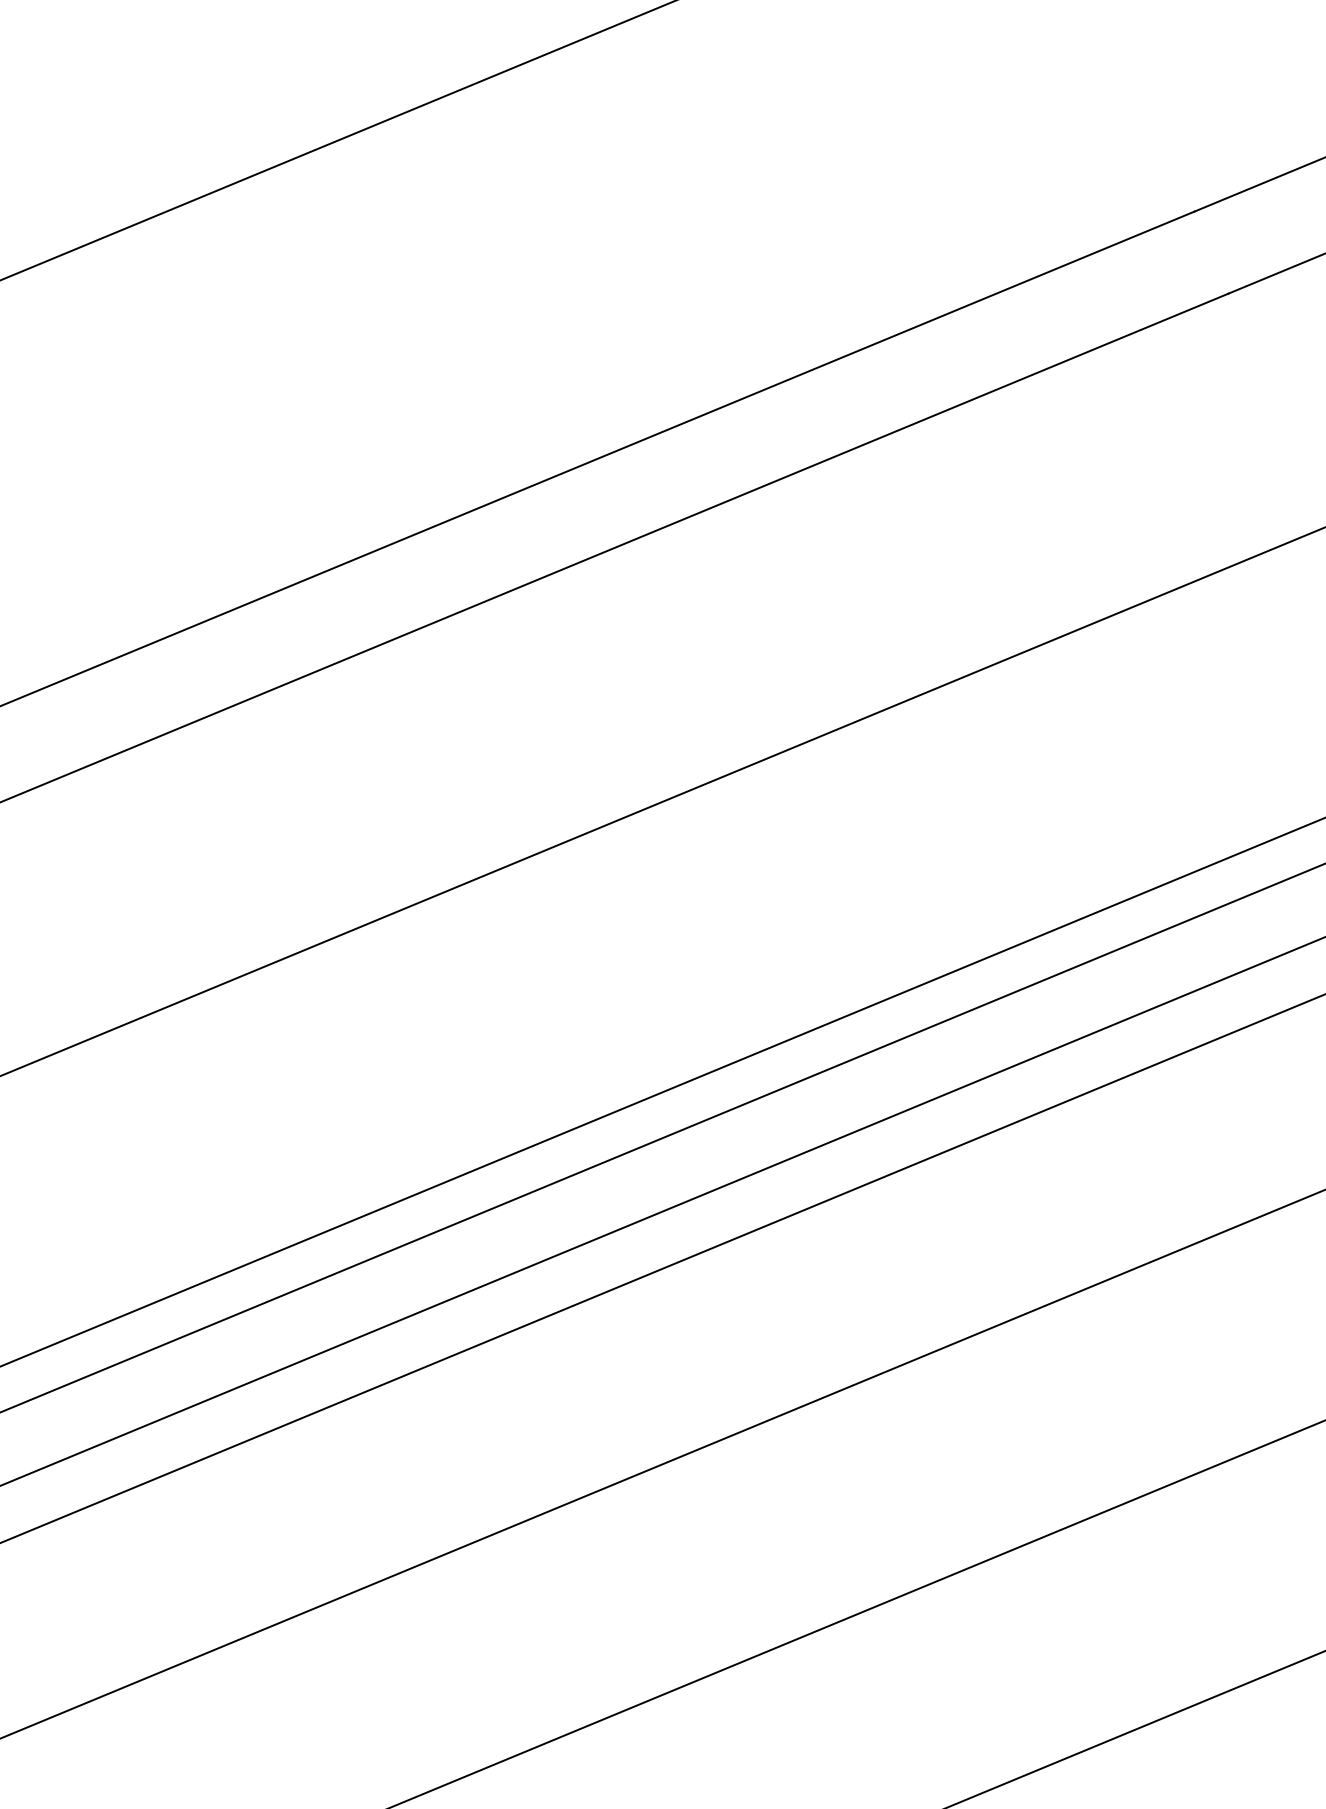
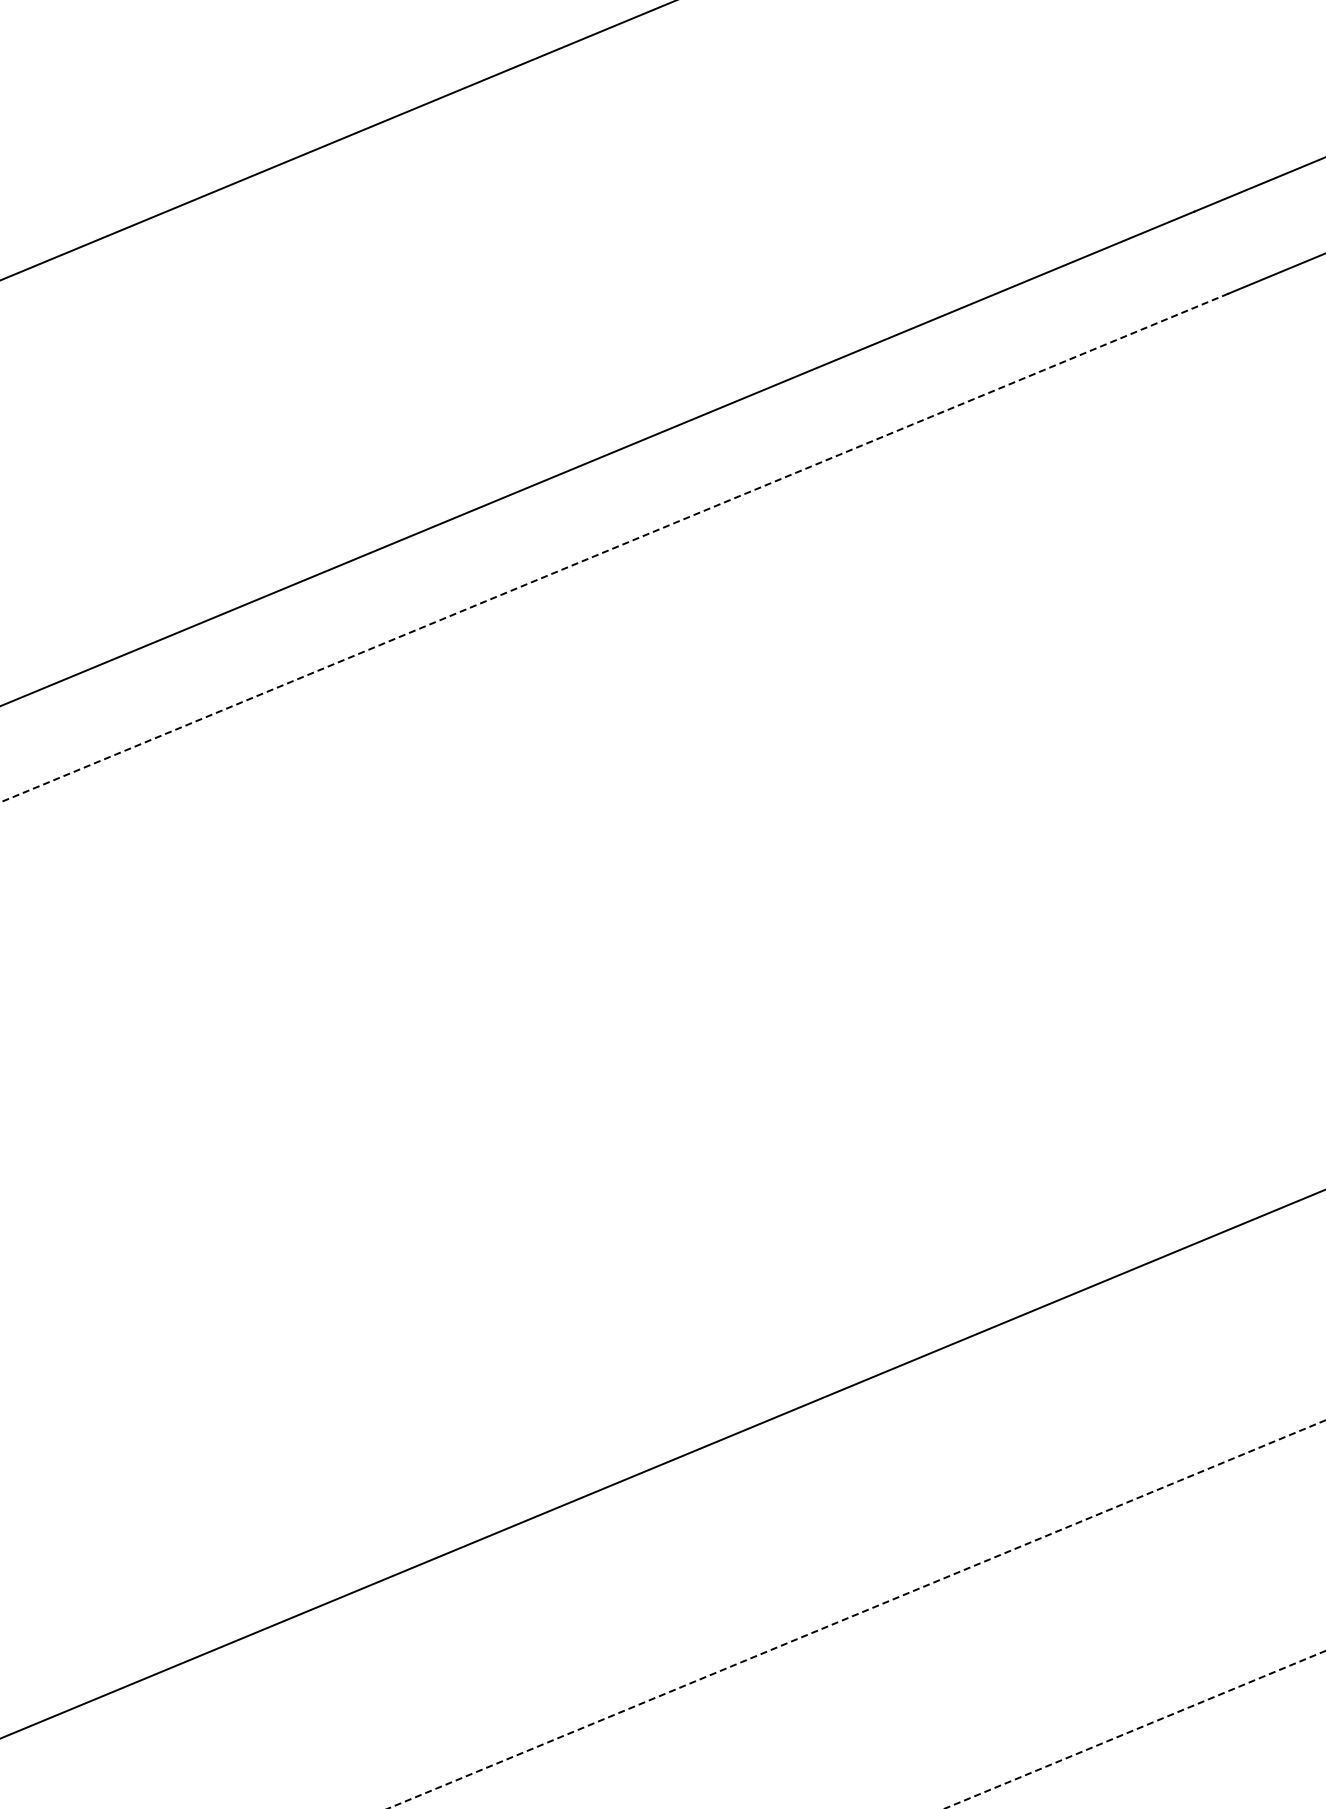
line at (614, 548): solid -> dashed
line at (662, 801): present -> none
line at (662, 1091): present -> none
line at (662, 1137): present -> none
line at (662, 1211): present -> none
line at (662, 1268): present -> none
line at (855, 1614): solid -> dashed
line at (1135, 1729): solid -> dashed
